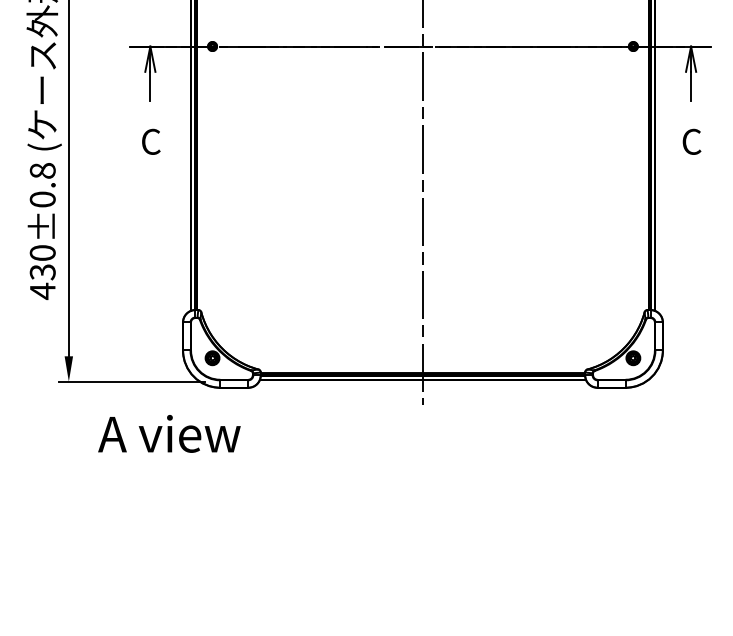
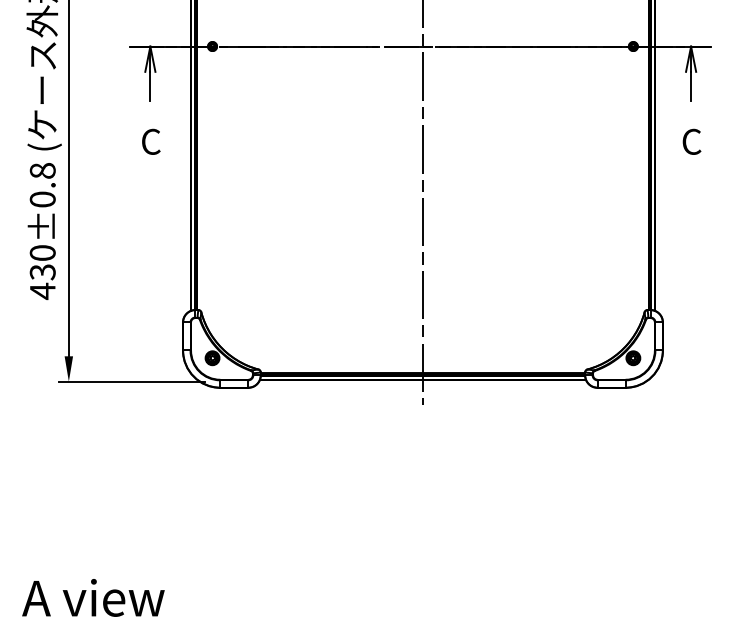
text at (169, 433) position: (169, 433) -> (93, 597)
